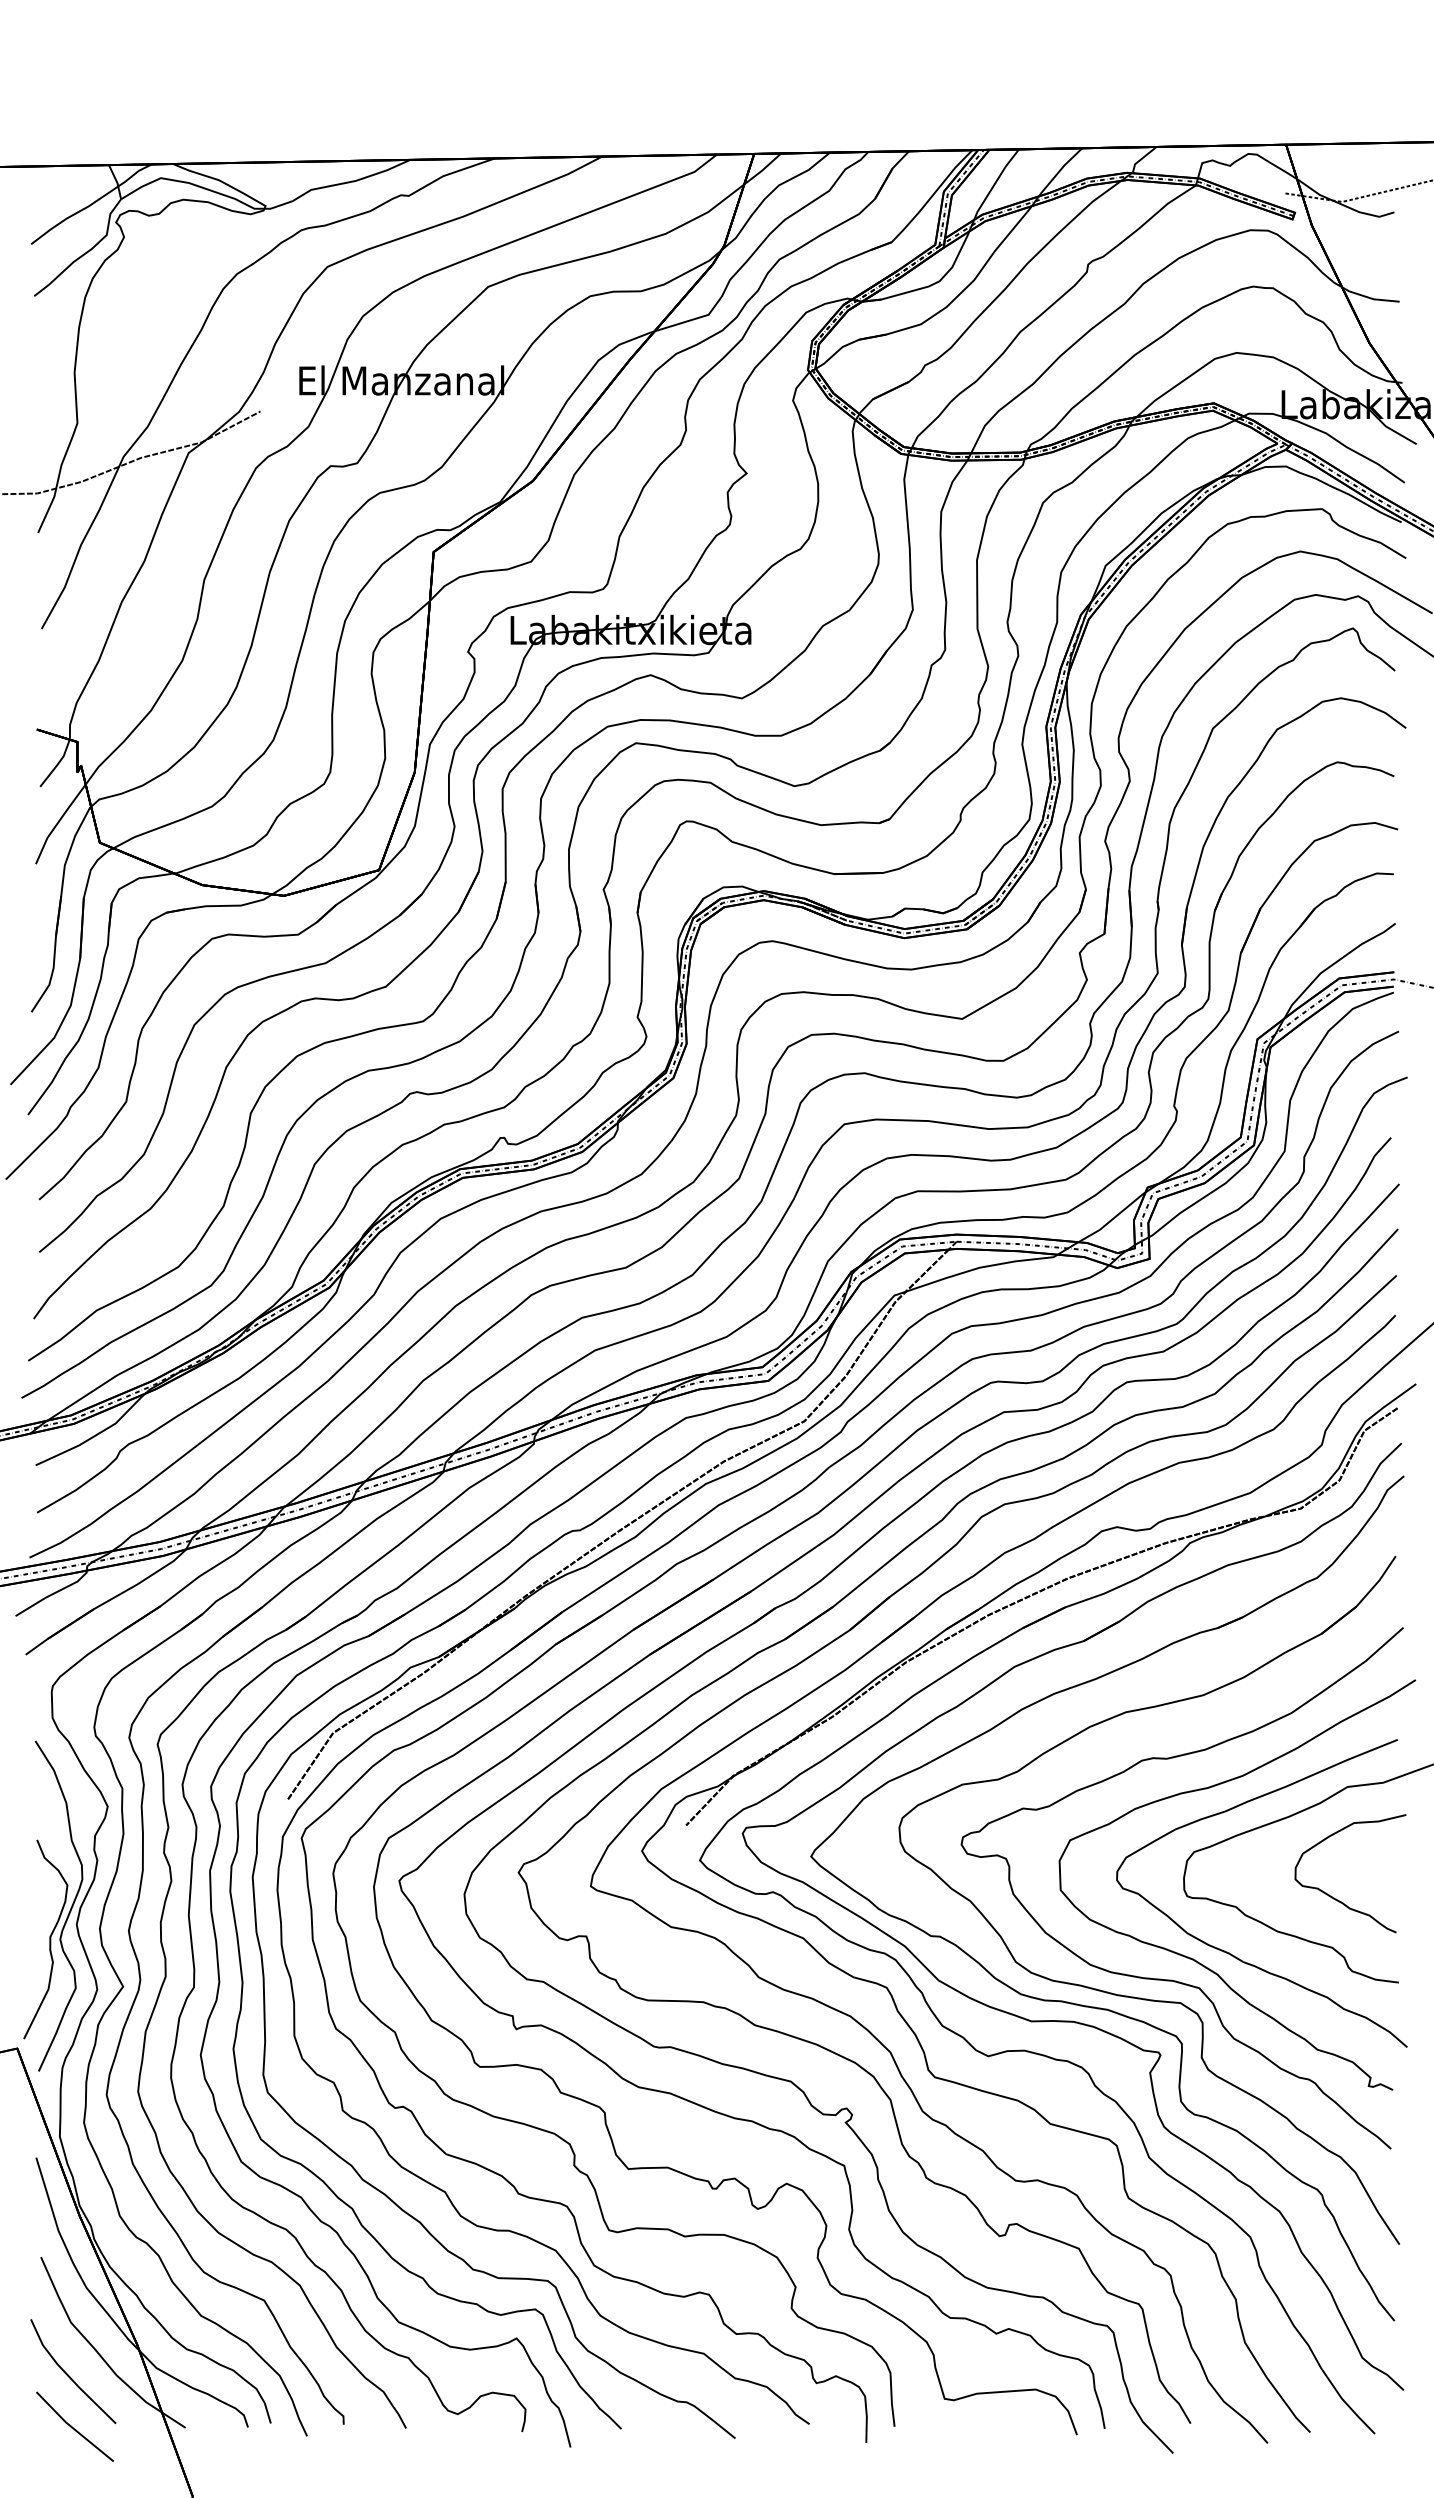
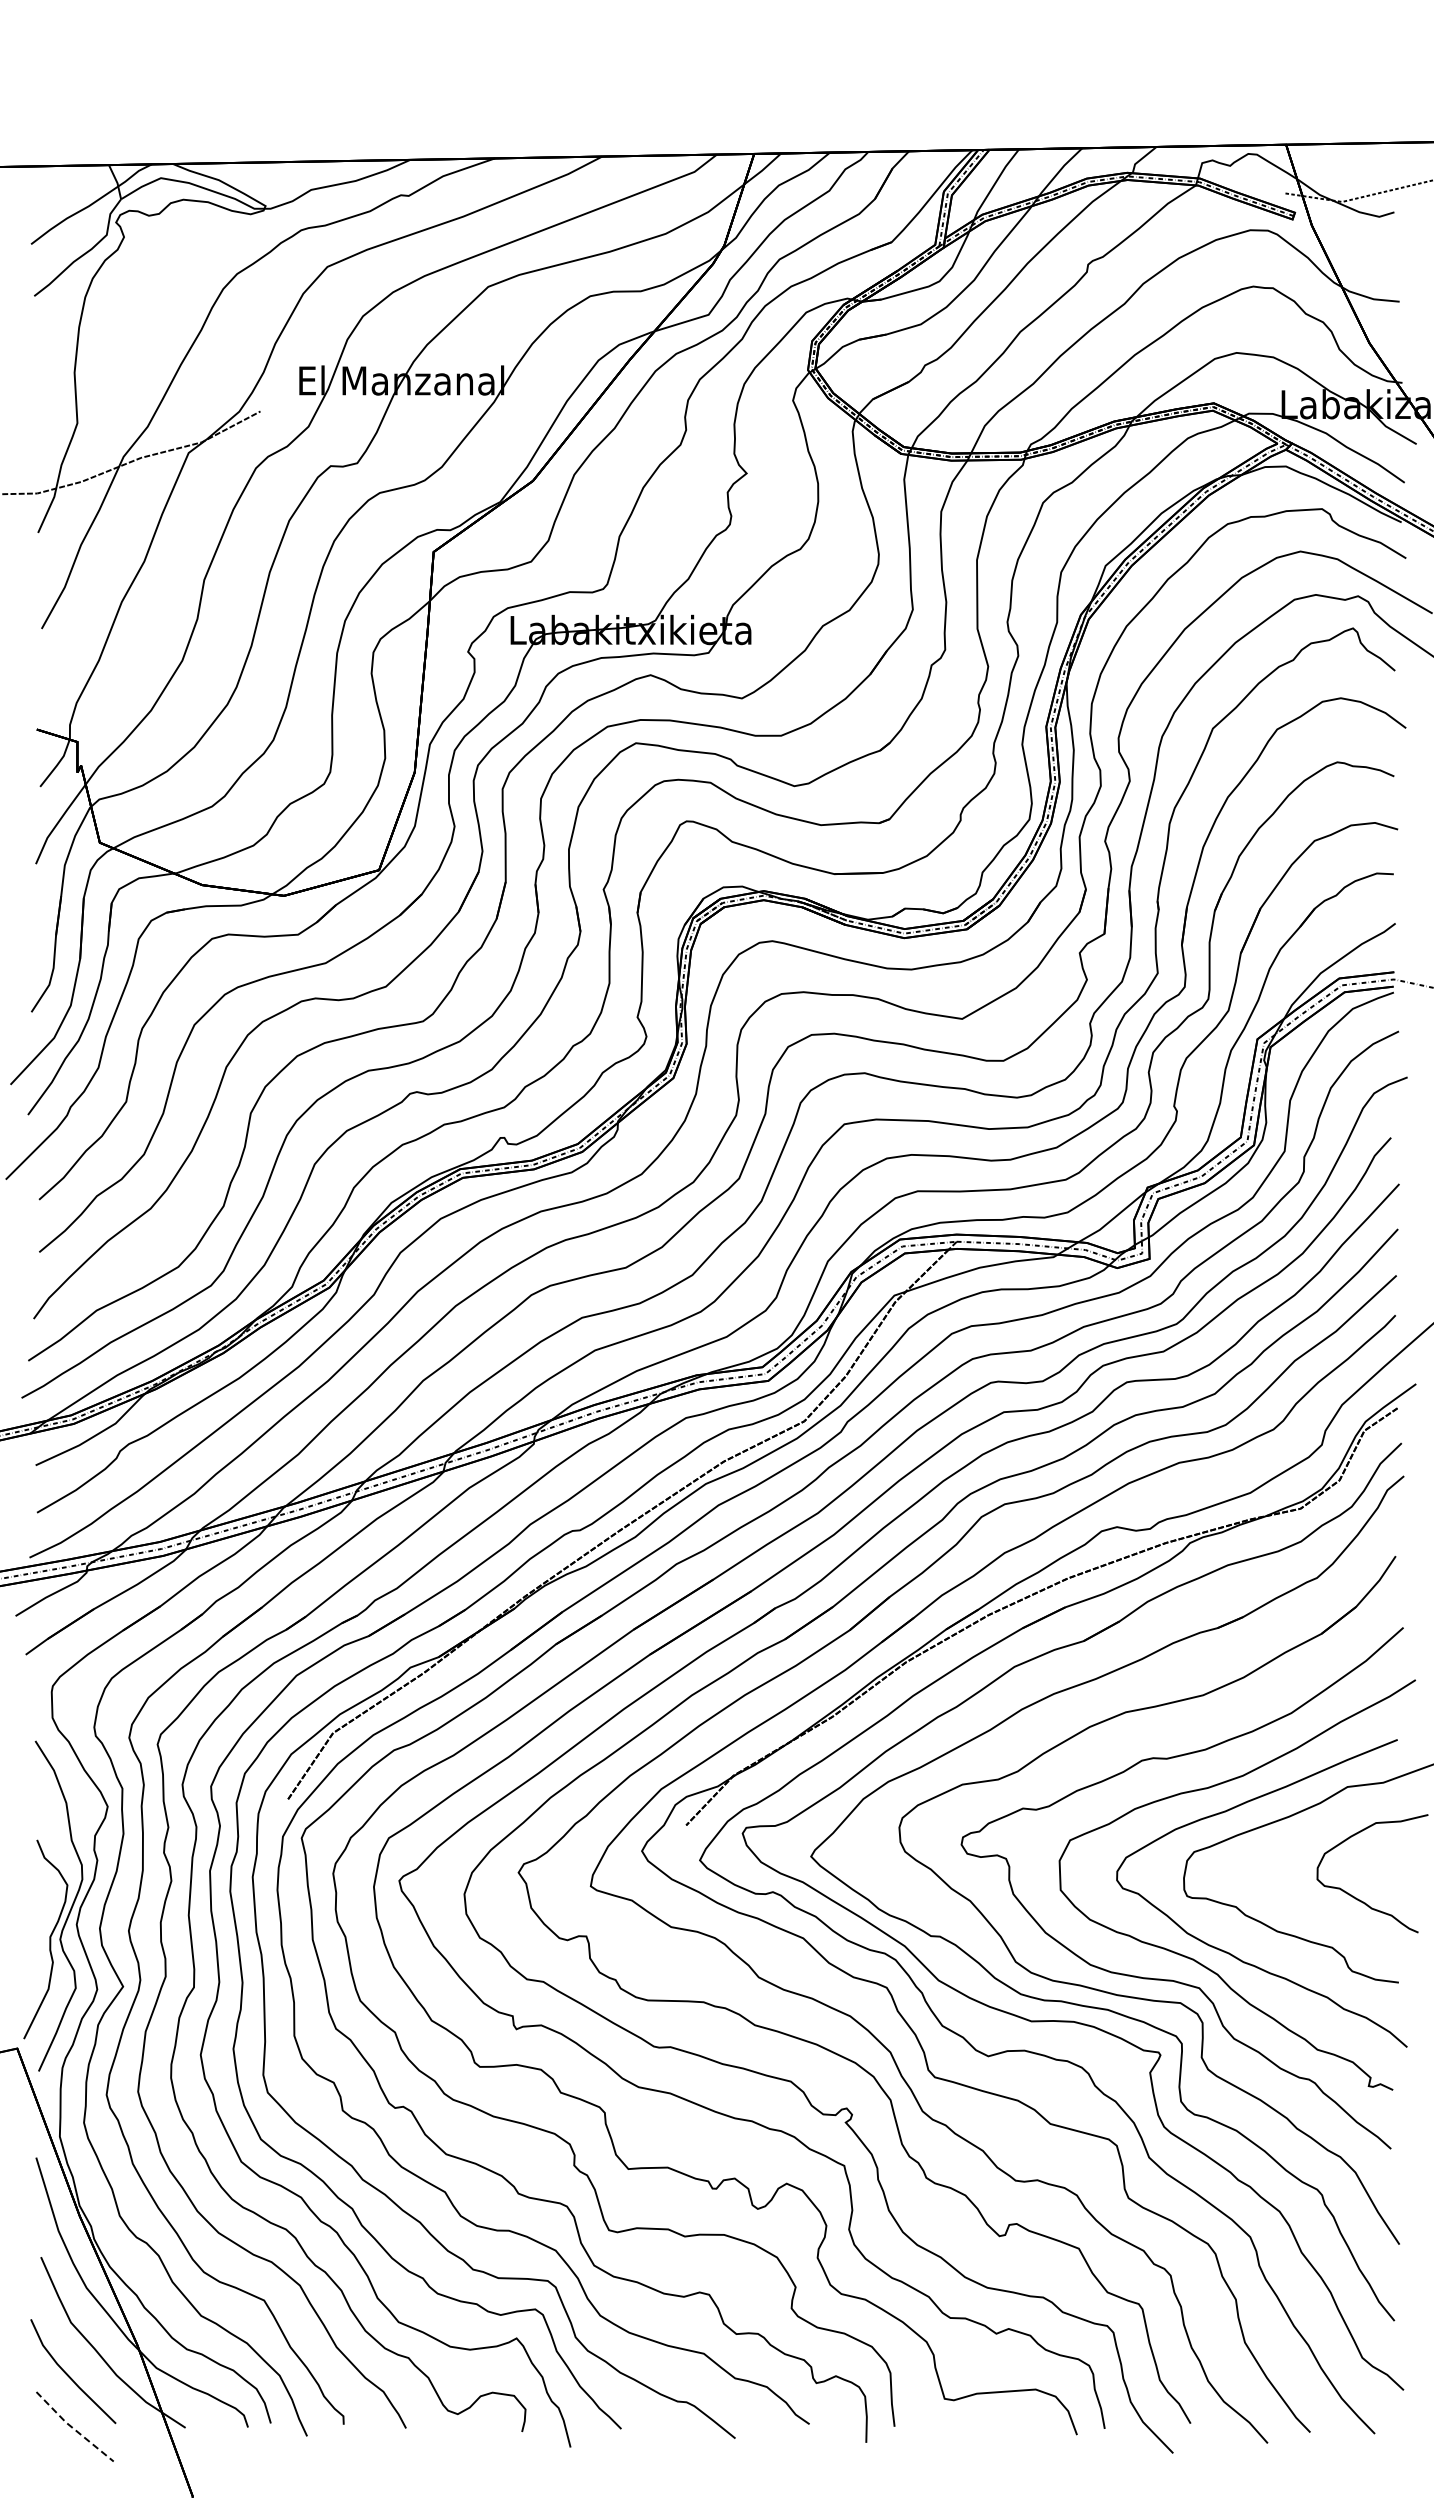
curve at (1336, 1898) position: (1336, 1898) -> (1358, 1898)
line at (72, 2428): solid -> dashed
